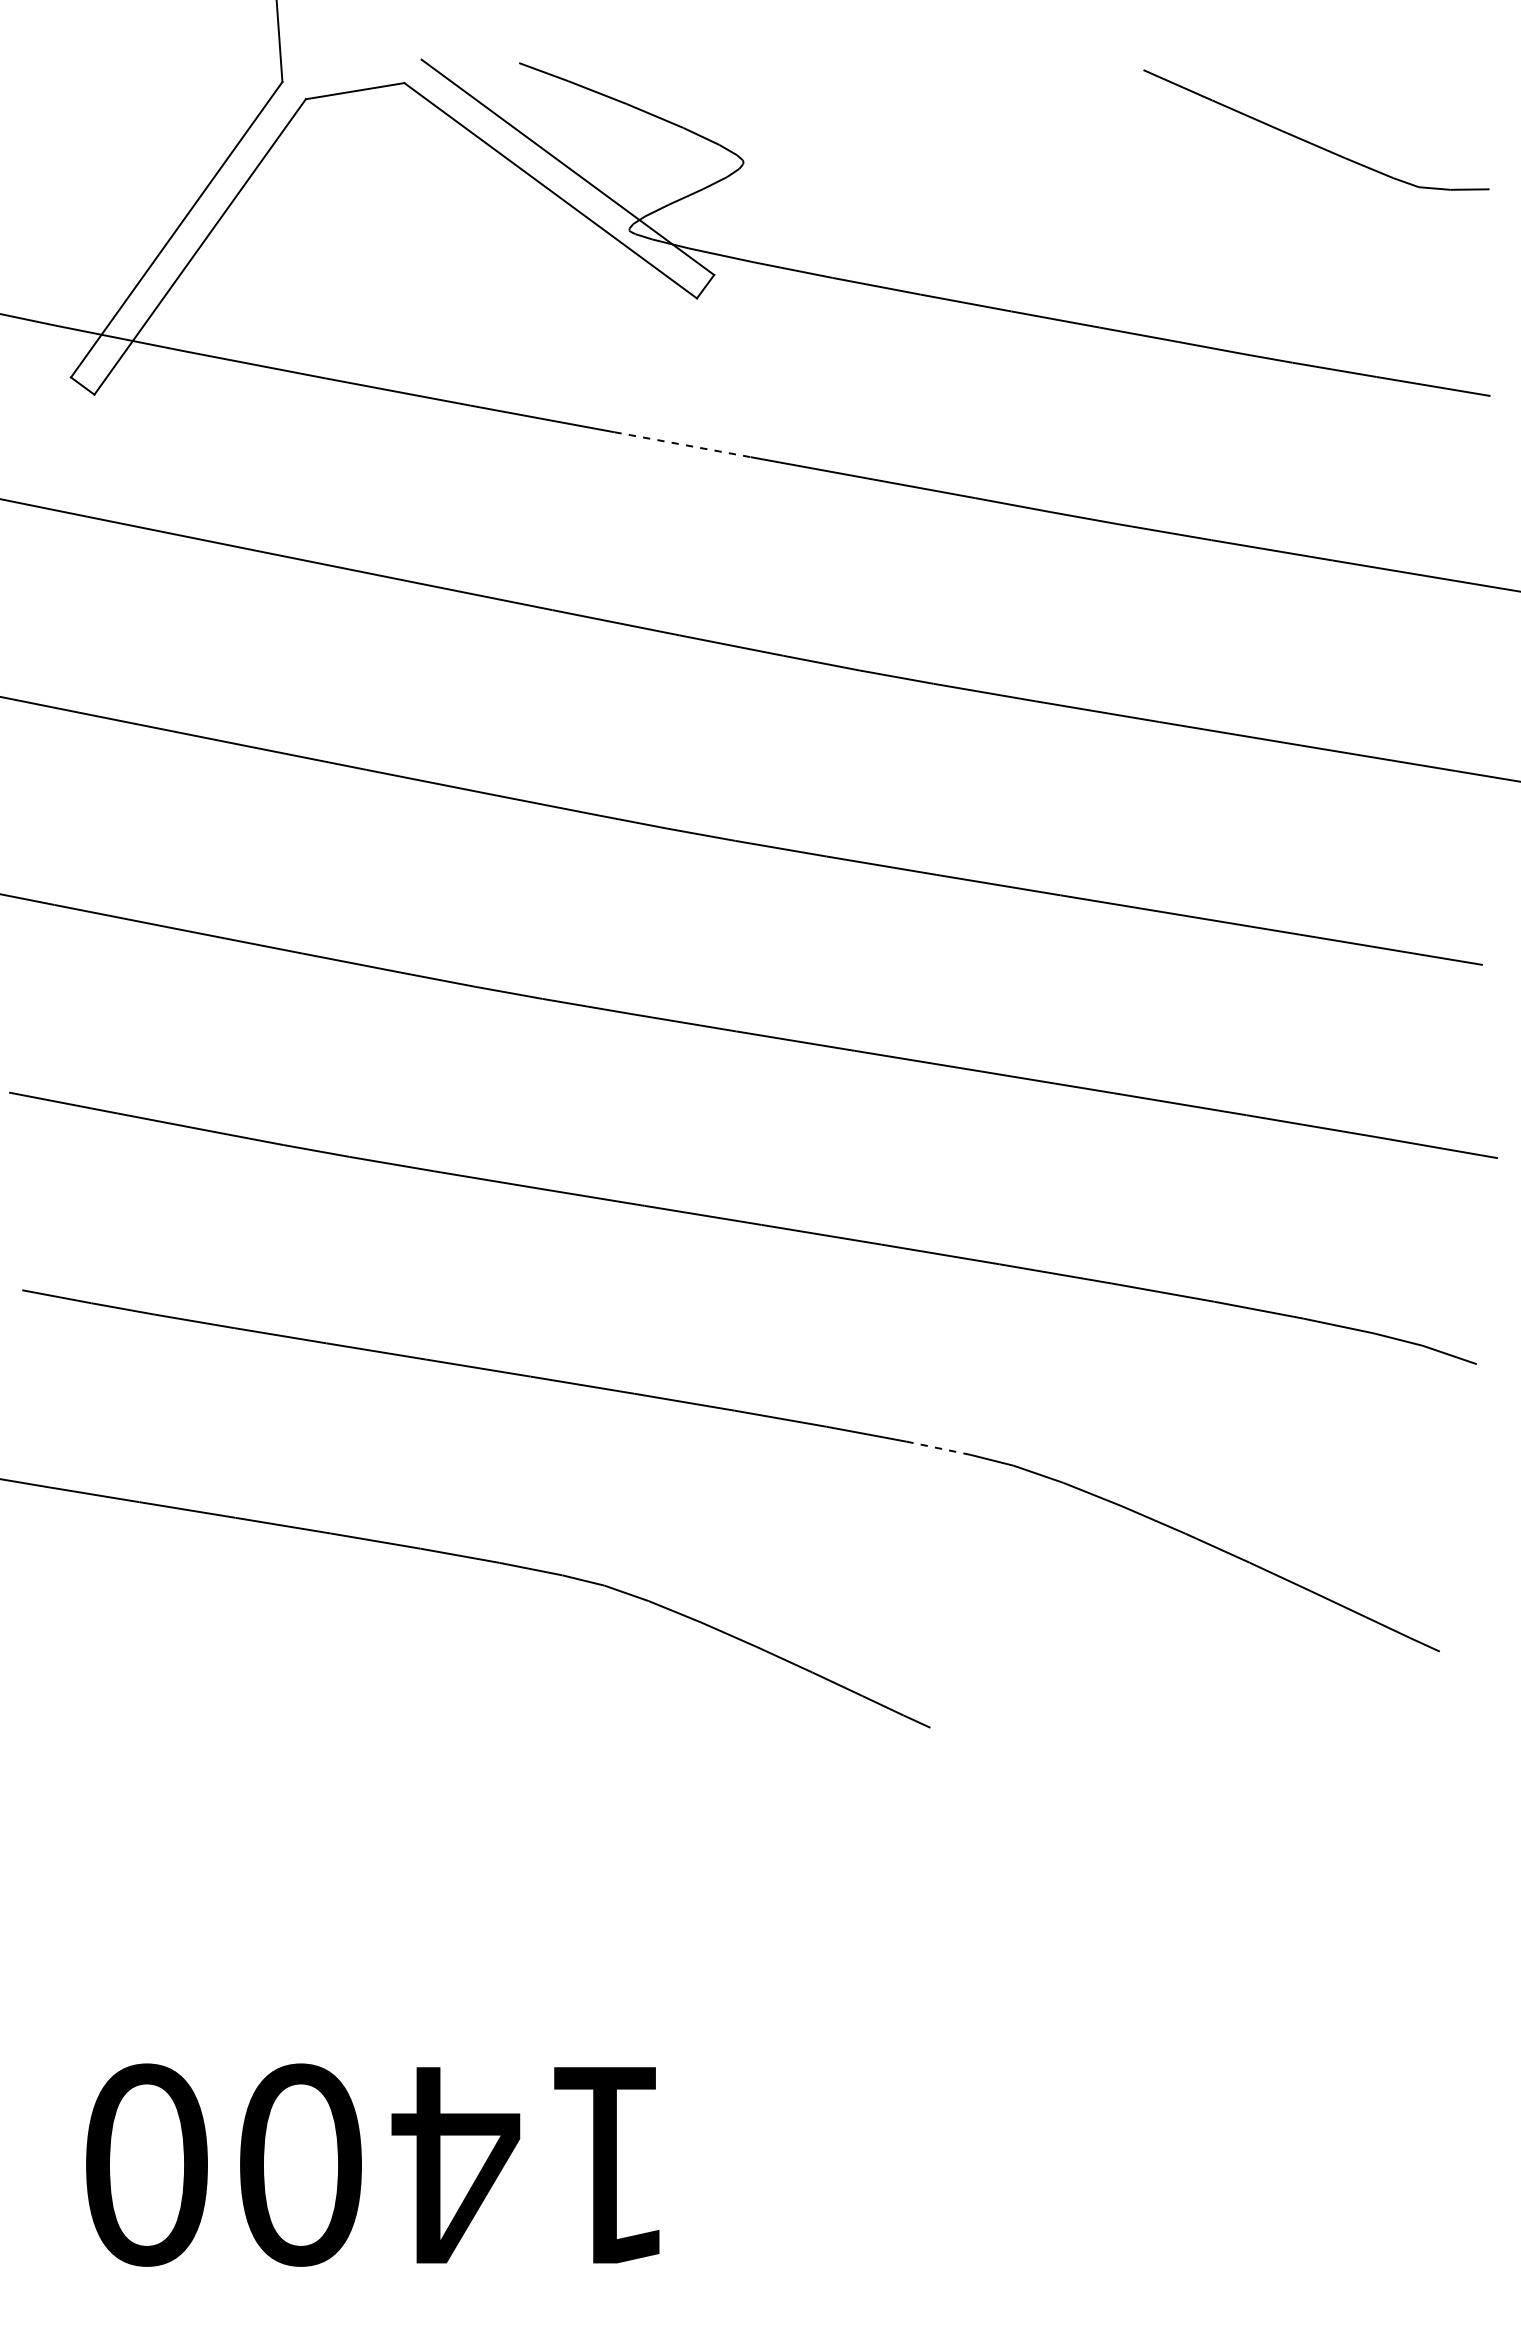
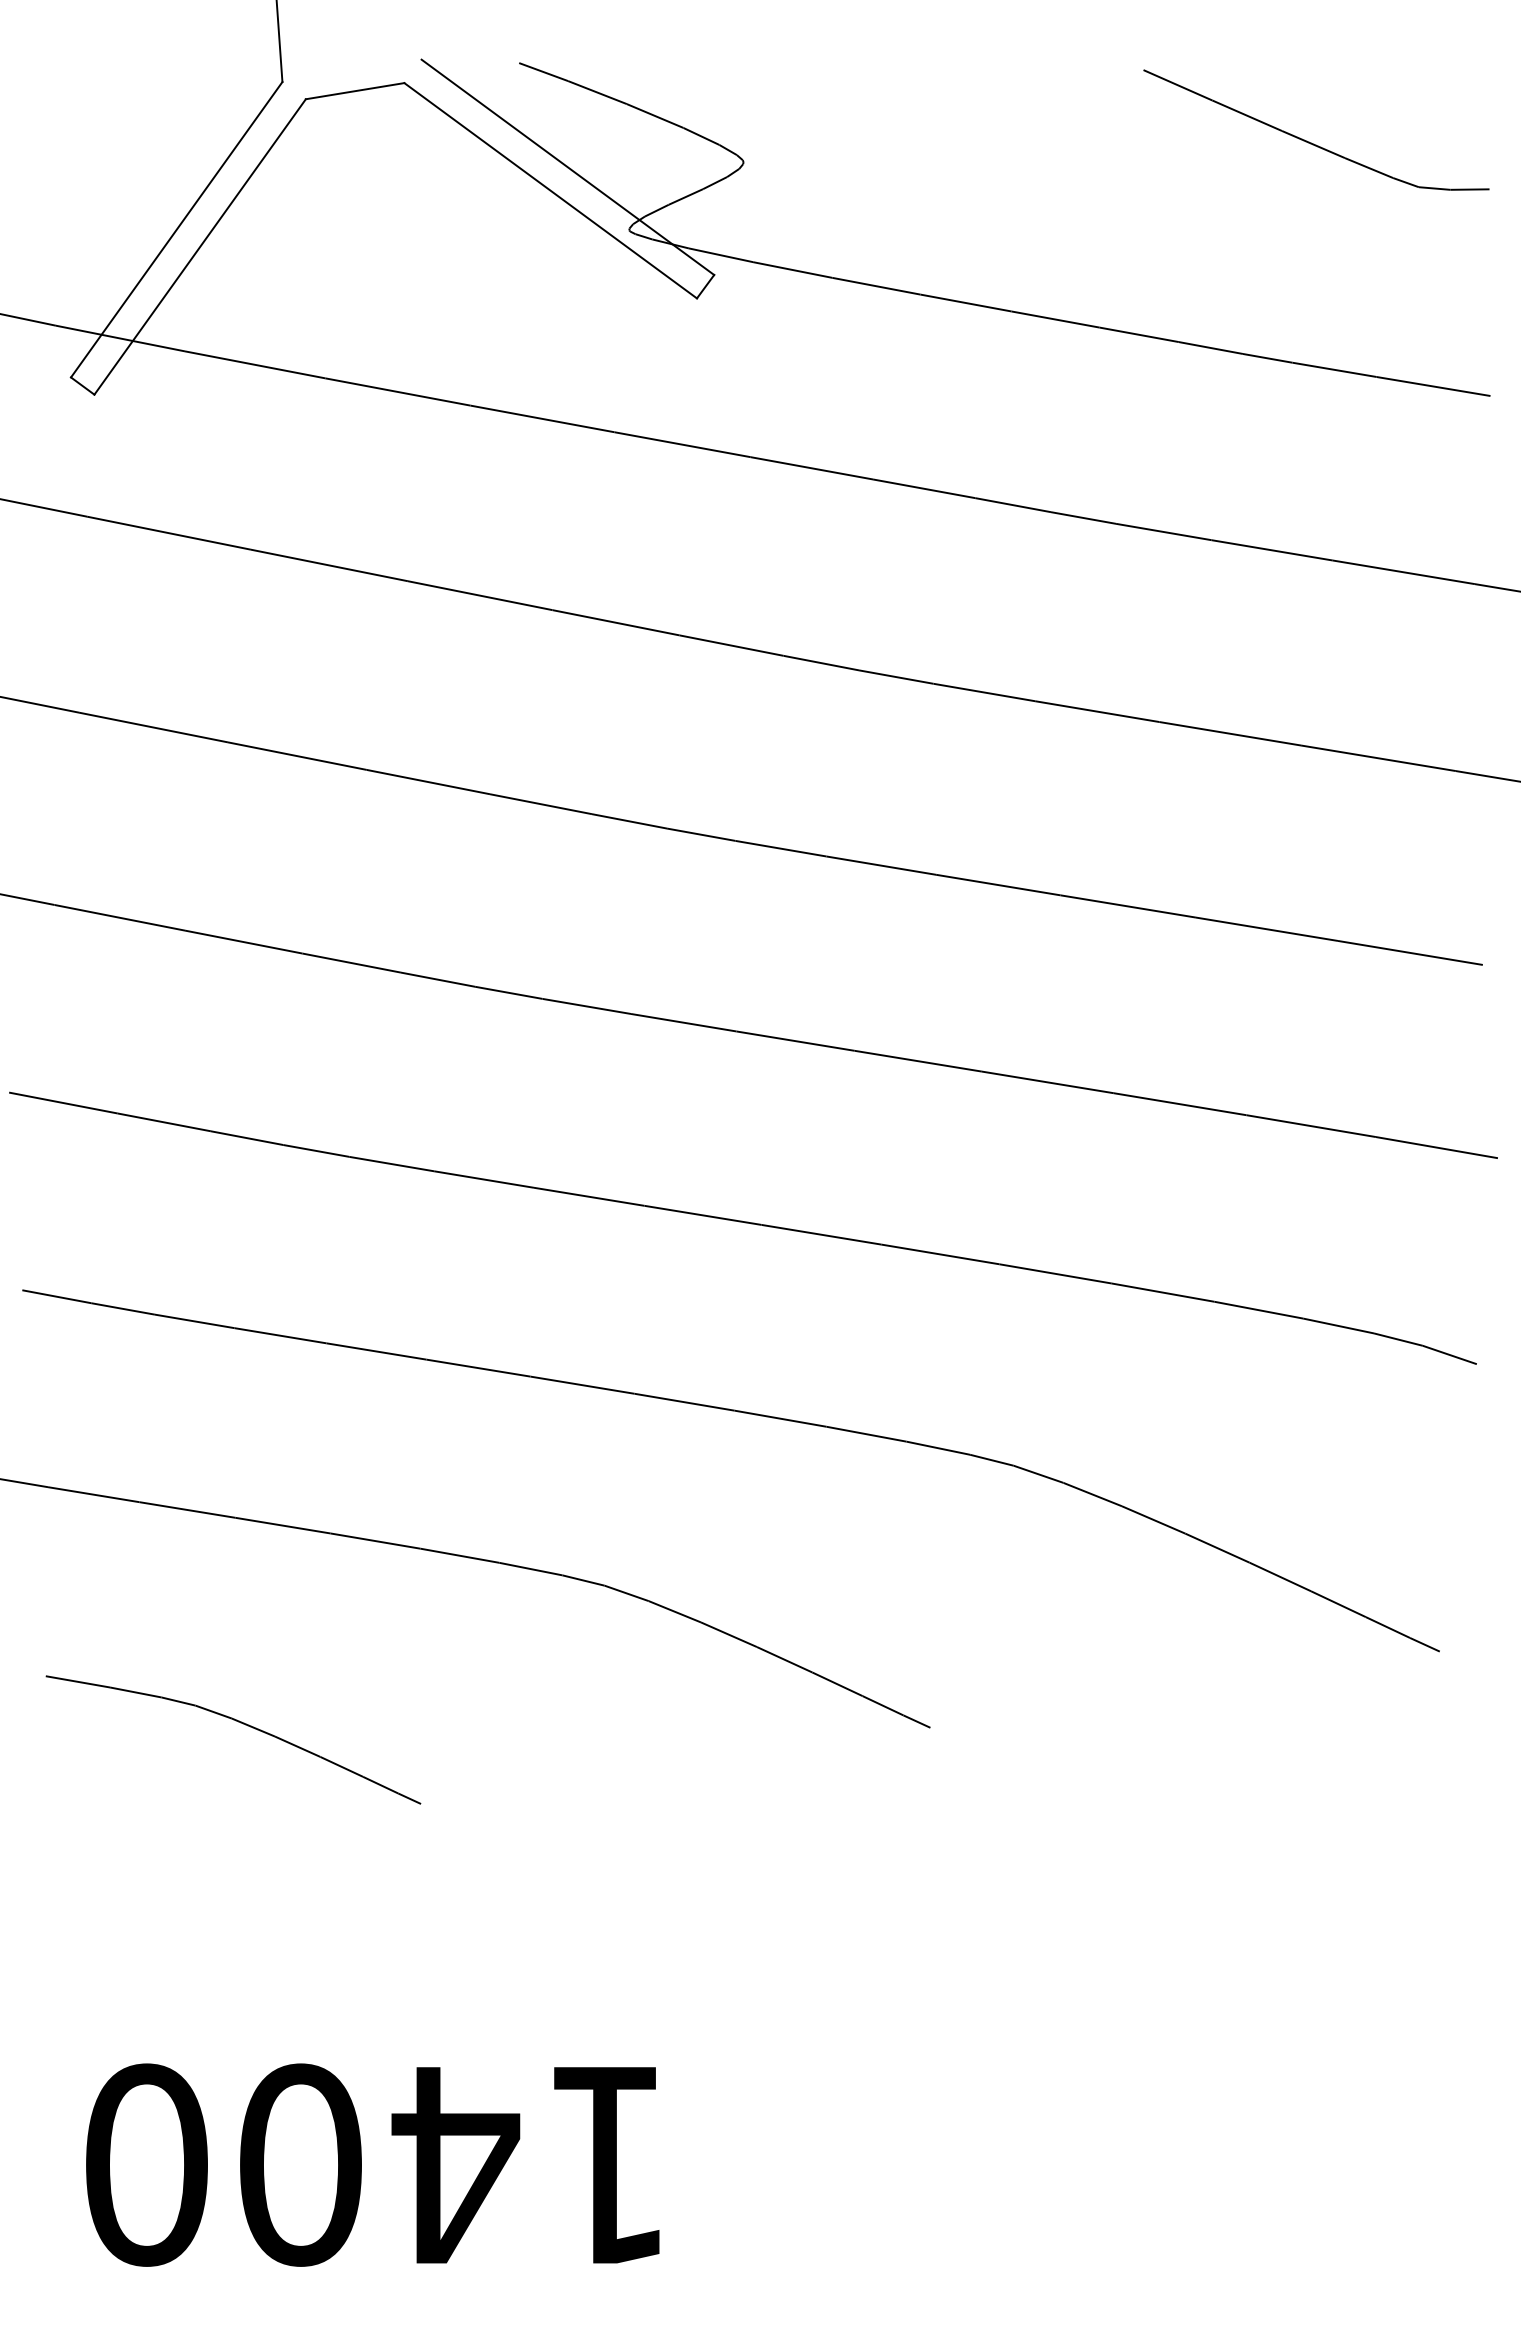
line at (683, 444): dashed -> solid
line at (938, 1448): dashed -> solid
part at (240, 1723): none -> present
